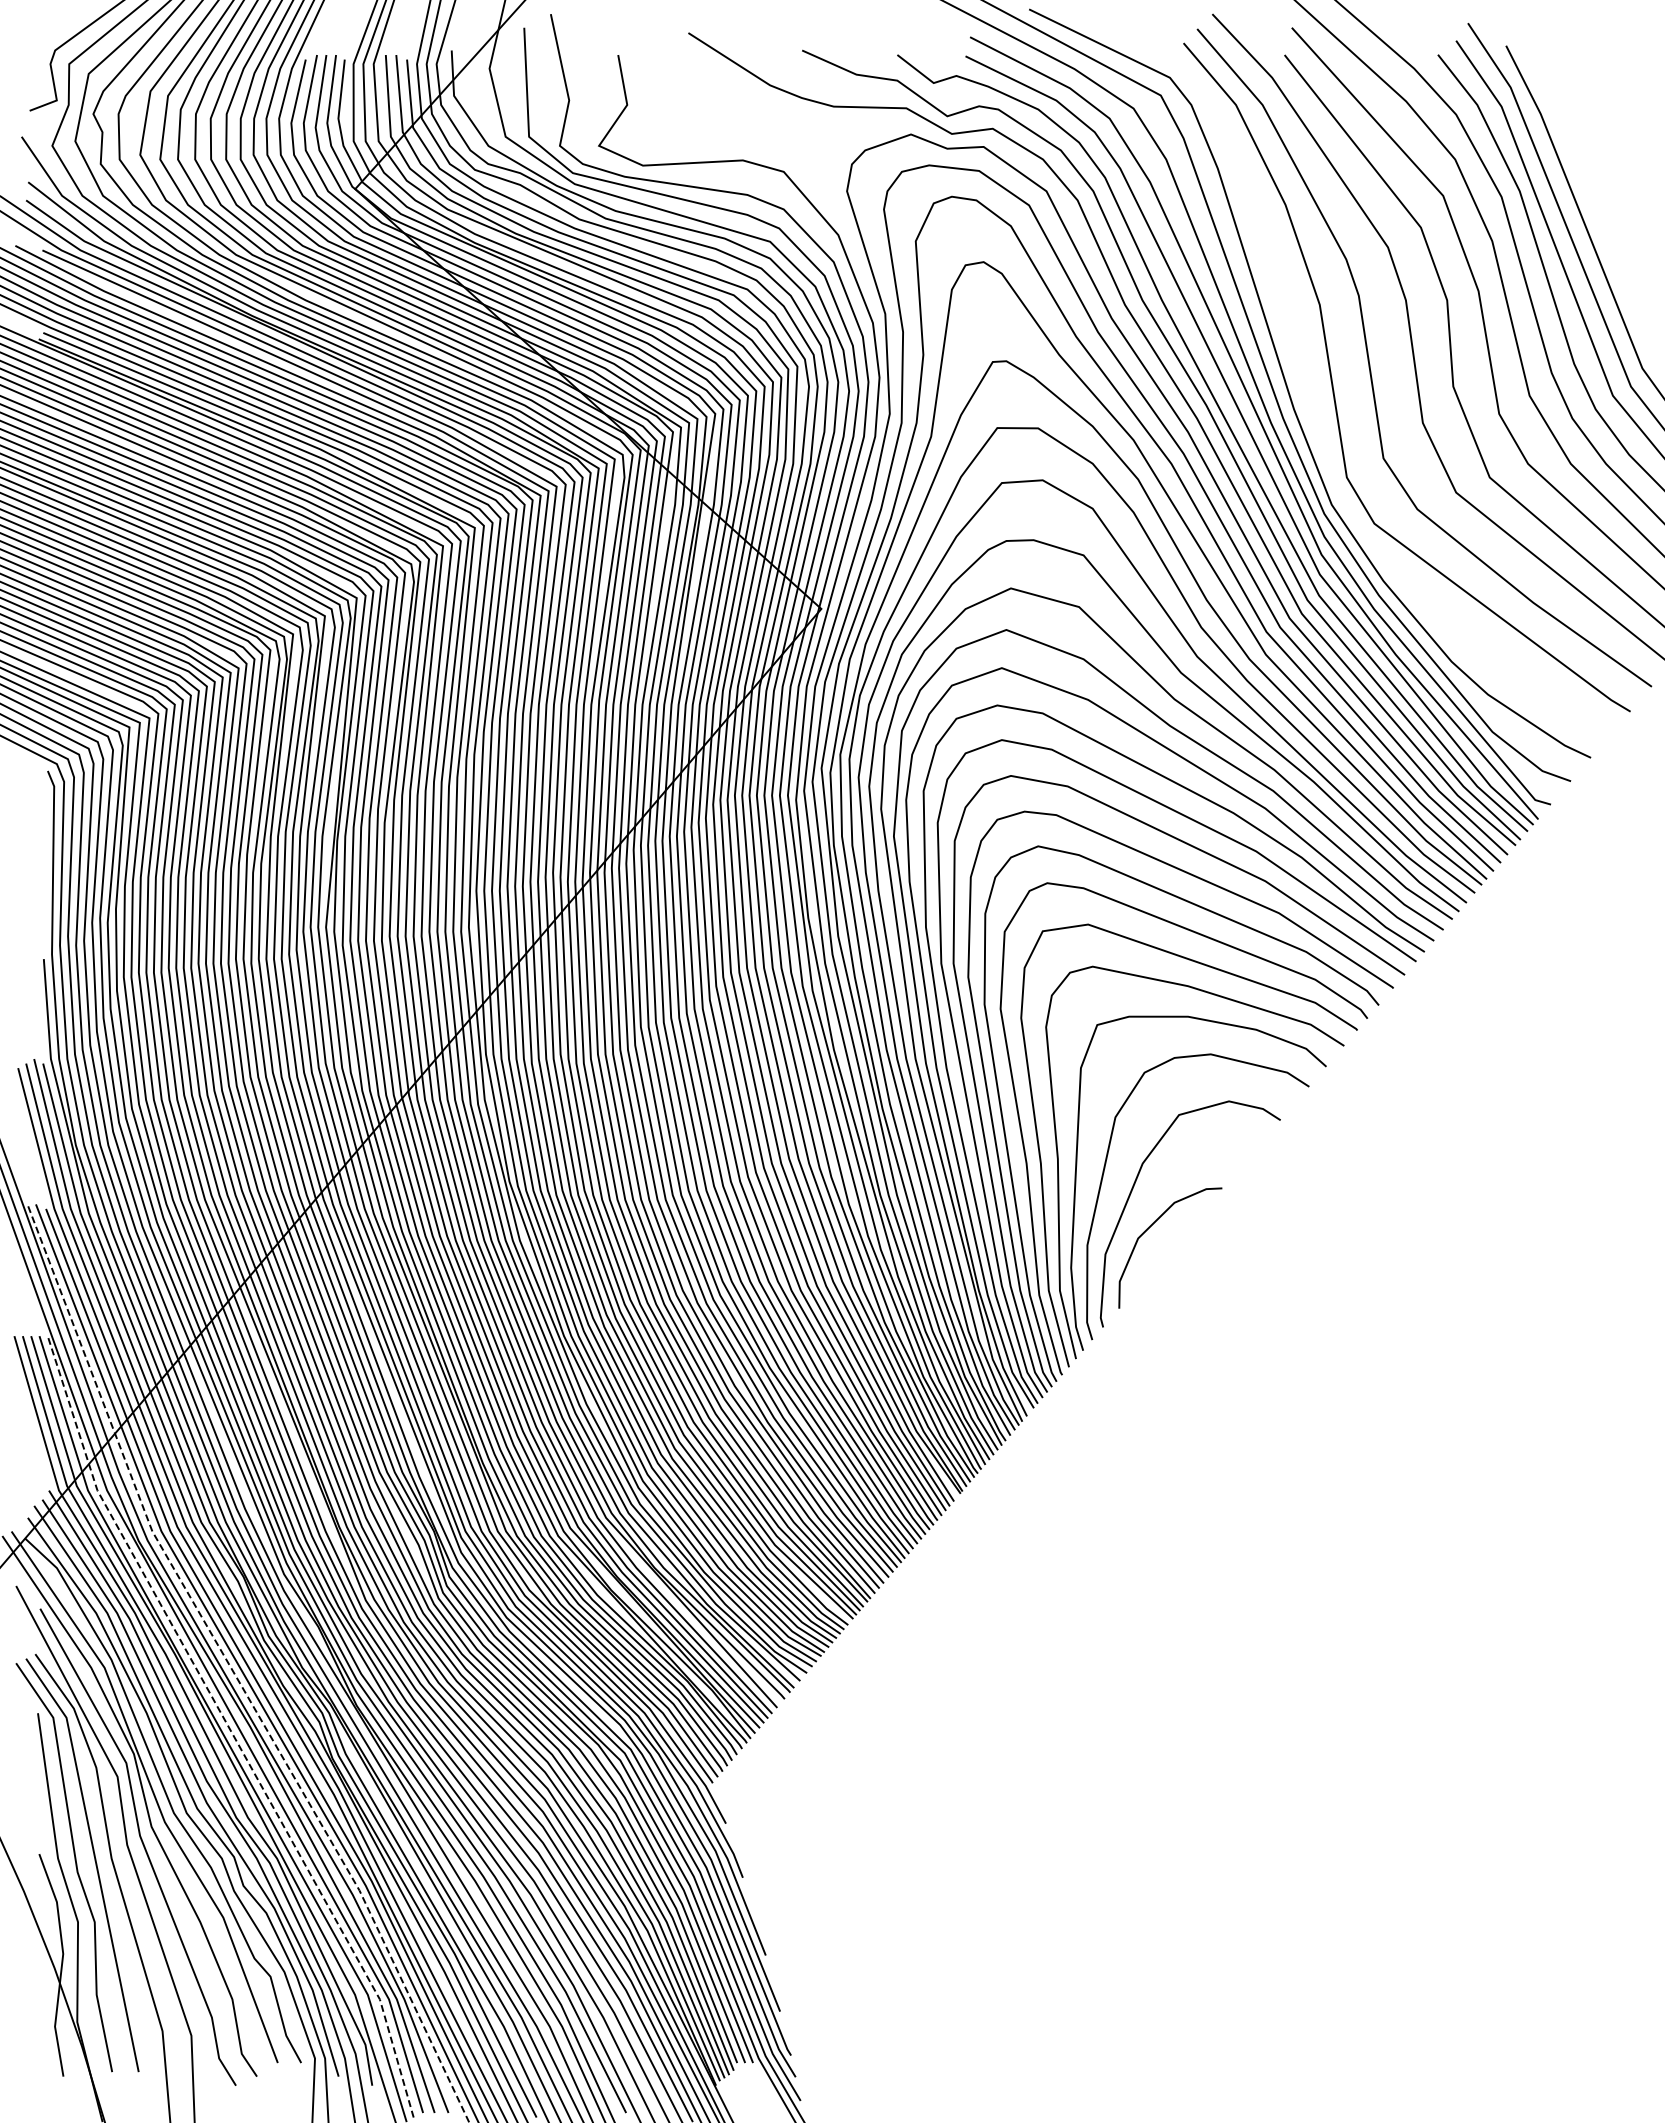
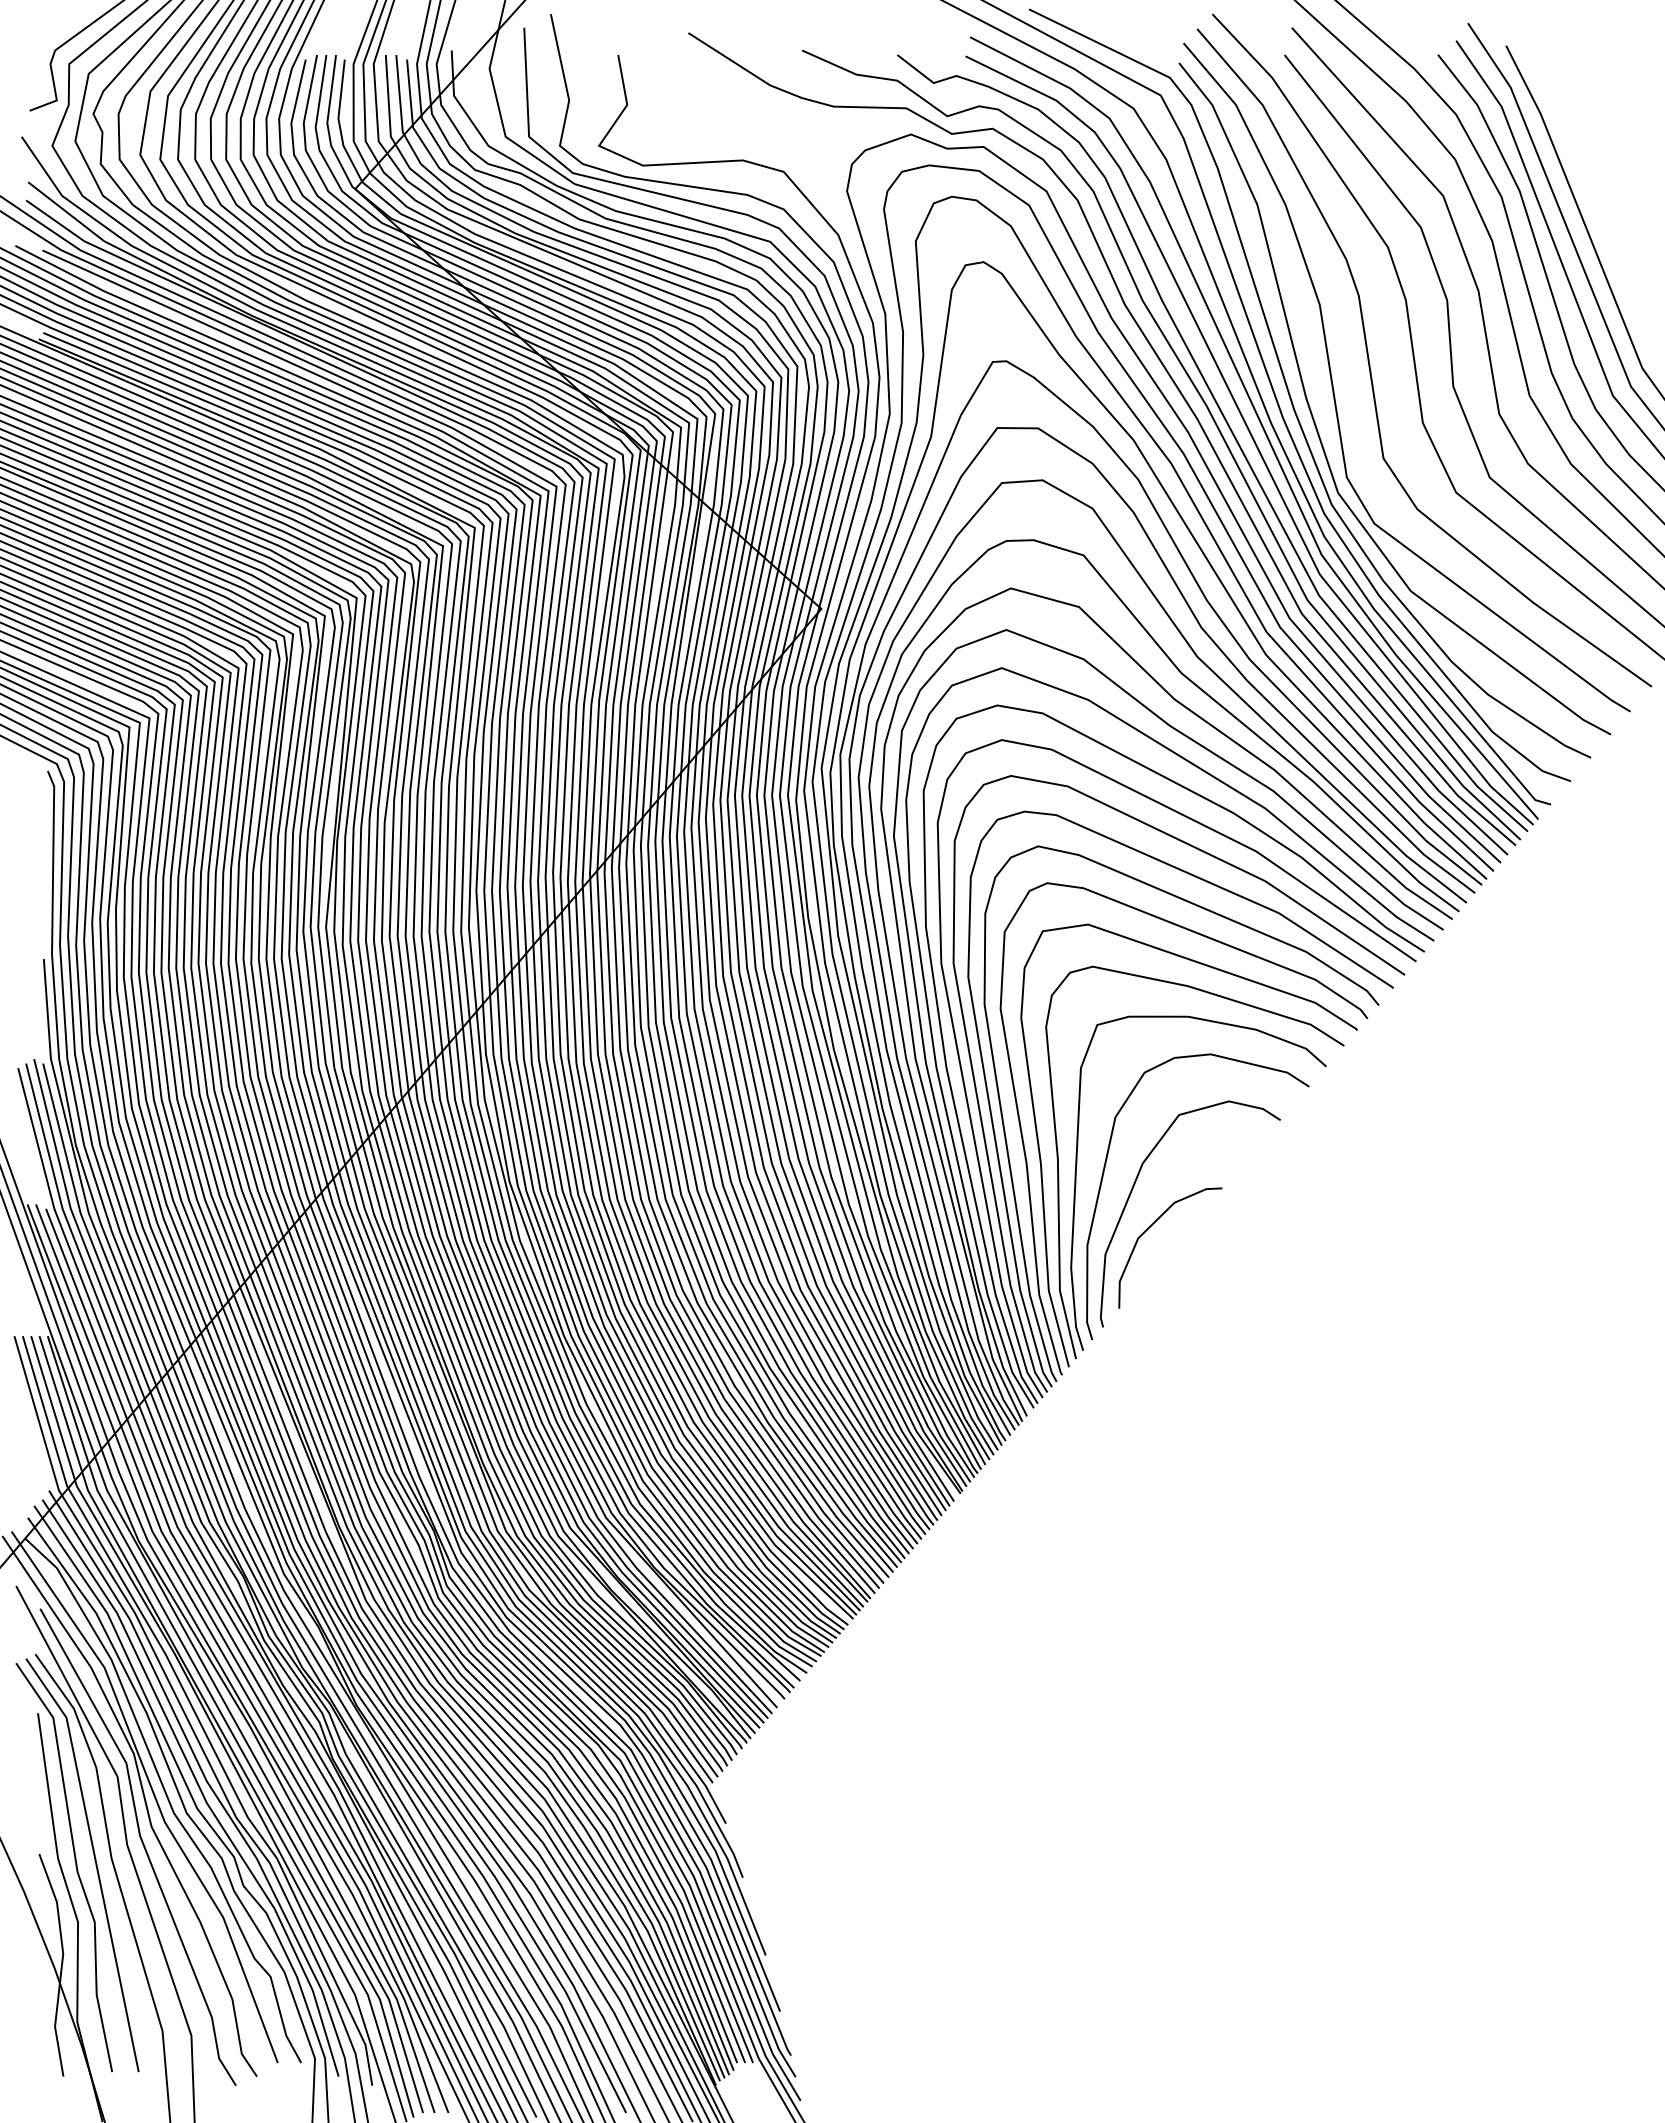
curve at (1318, 430): none -> present
line at (232, 1669): dashed -> solid
line at (229, 1727): dashed -> solid
